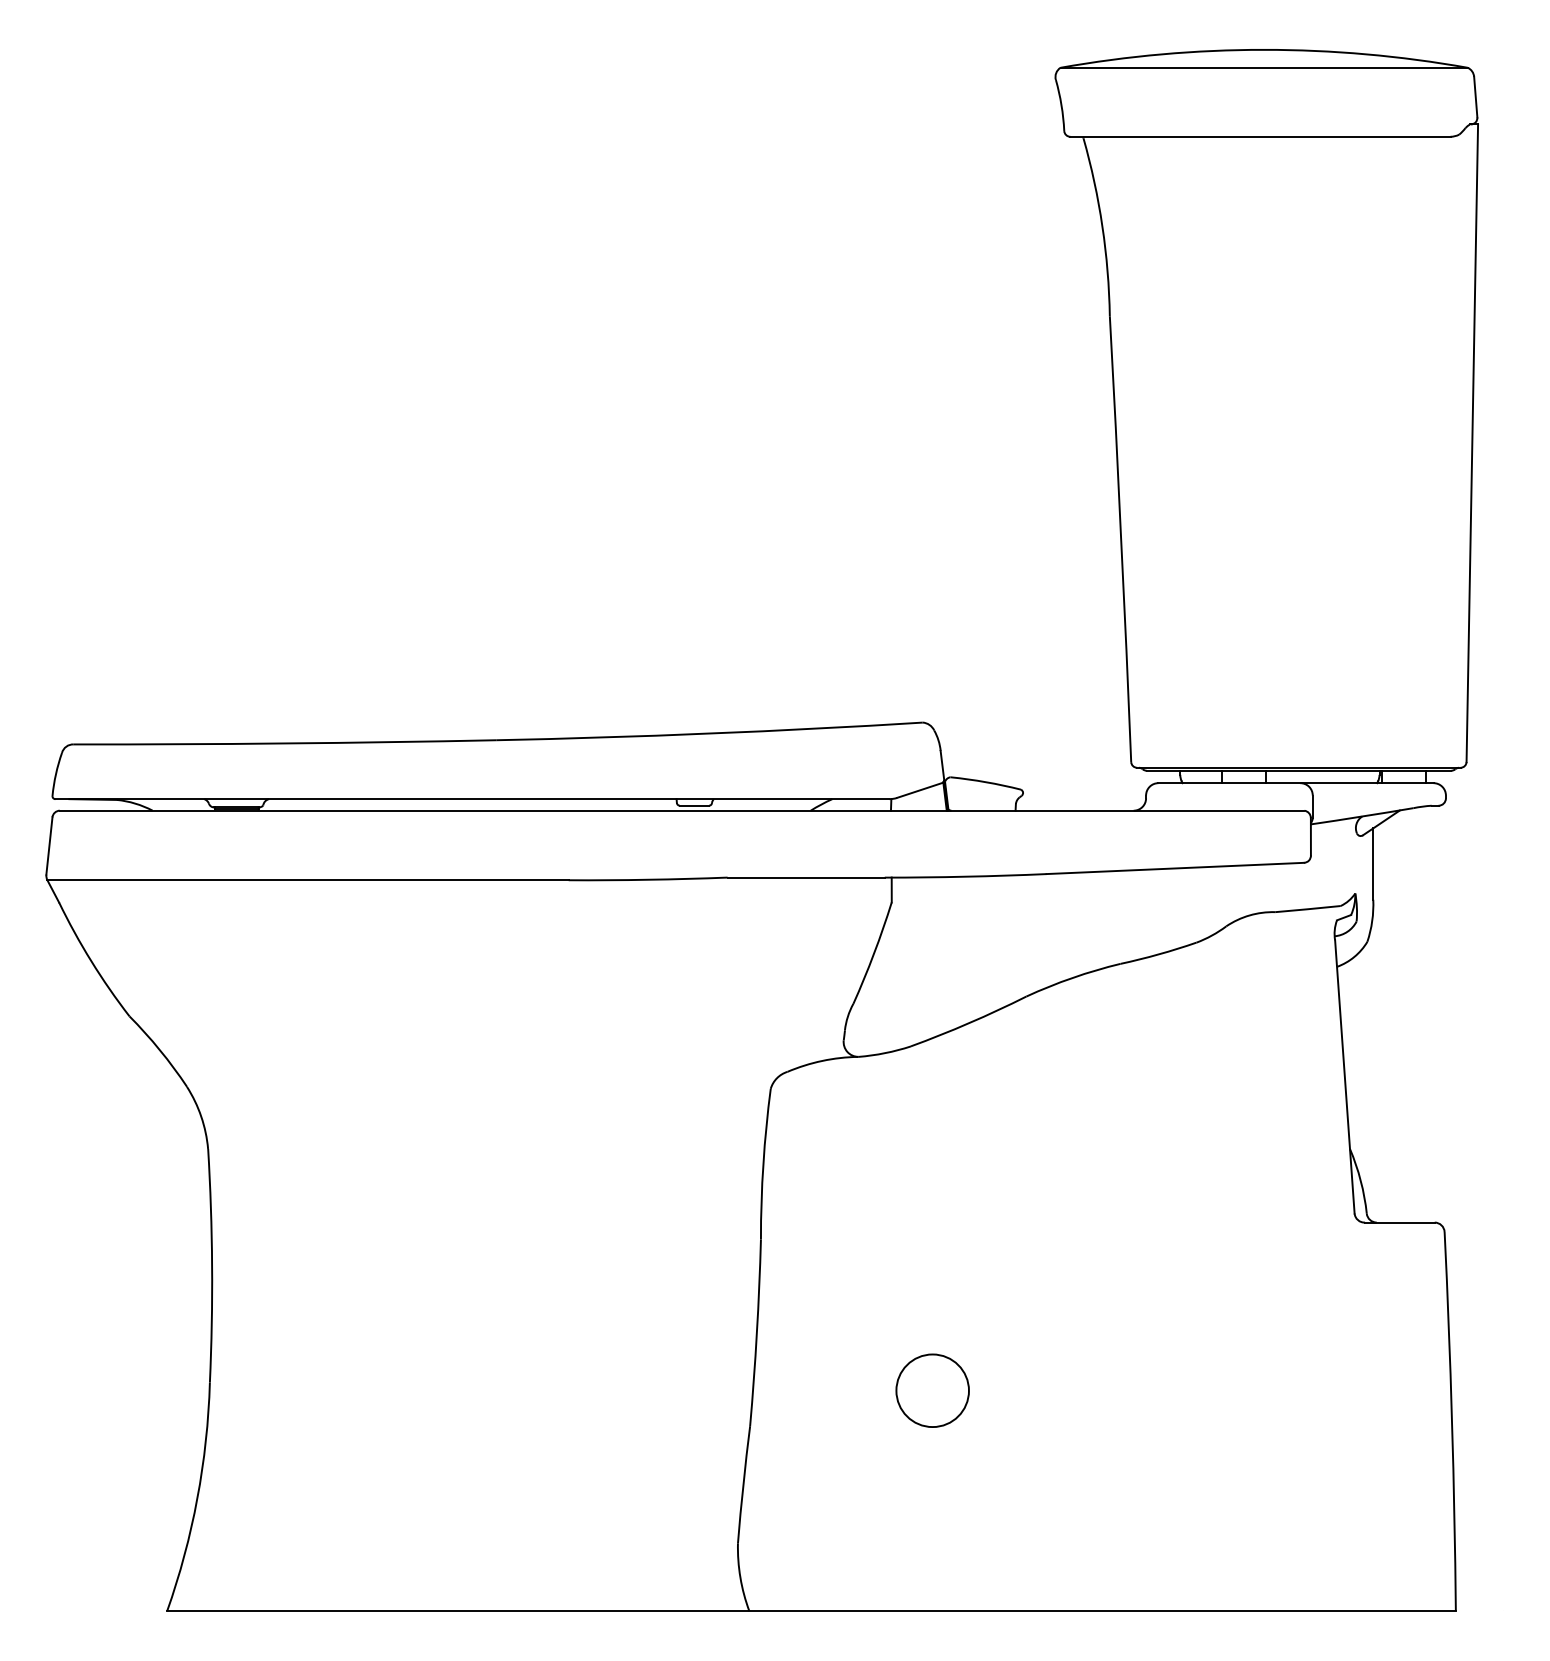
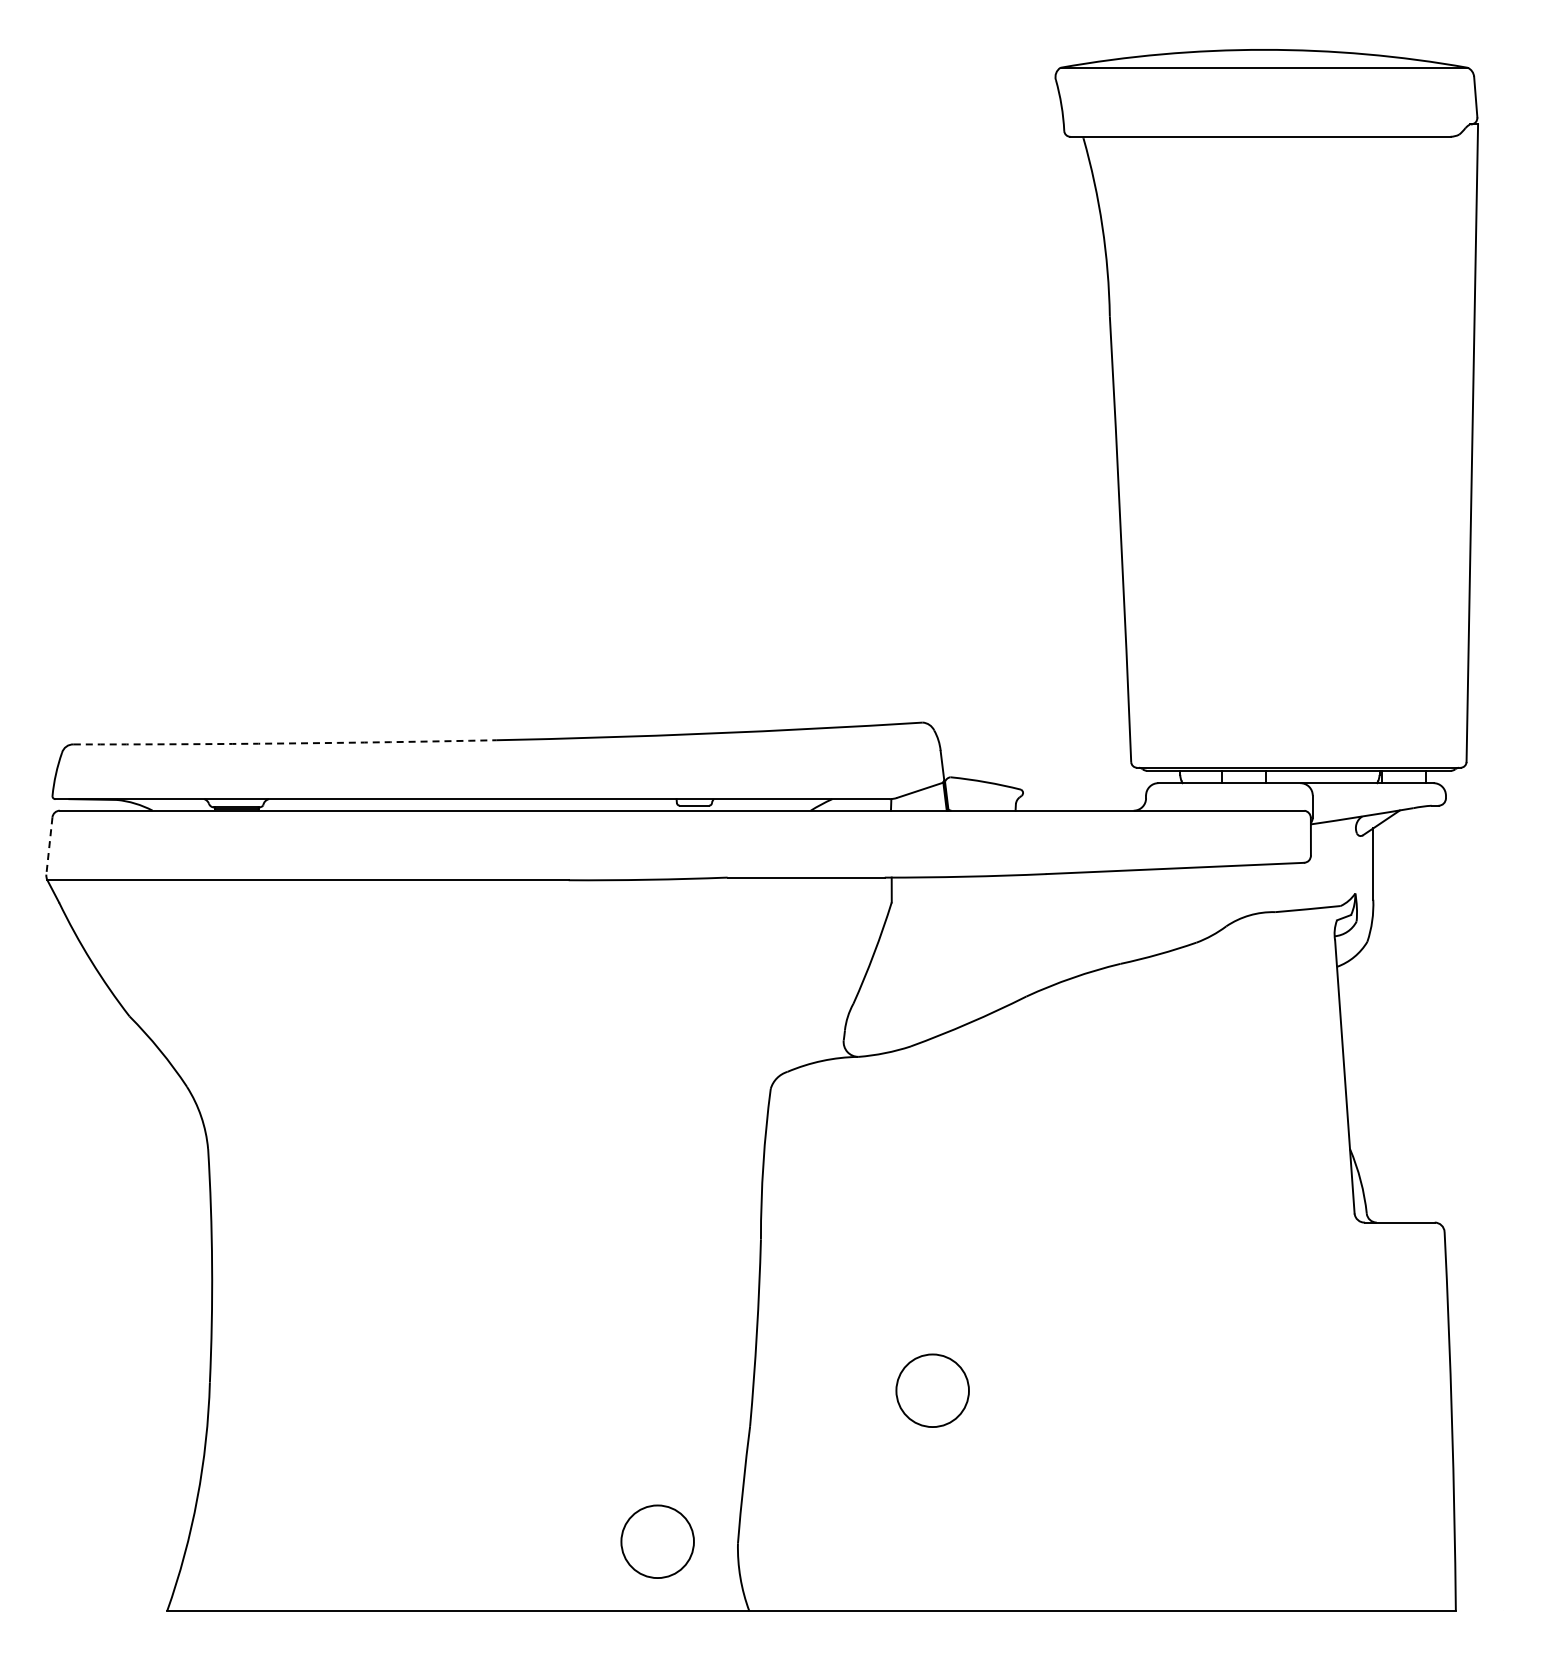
arc at (285, 743): solid -> dashed
line at (49, 845): solid -> dashed
circle at (657, 1541): none -> present
